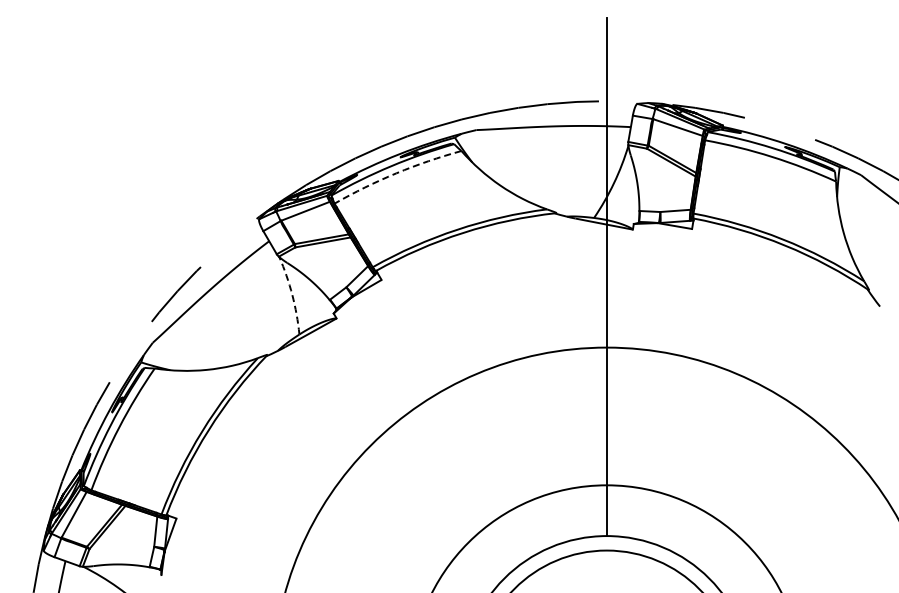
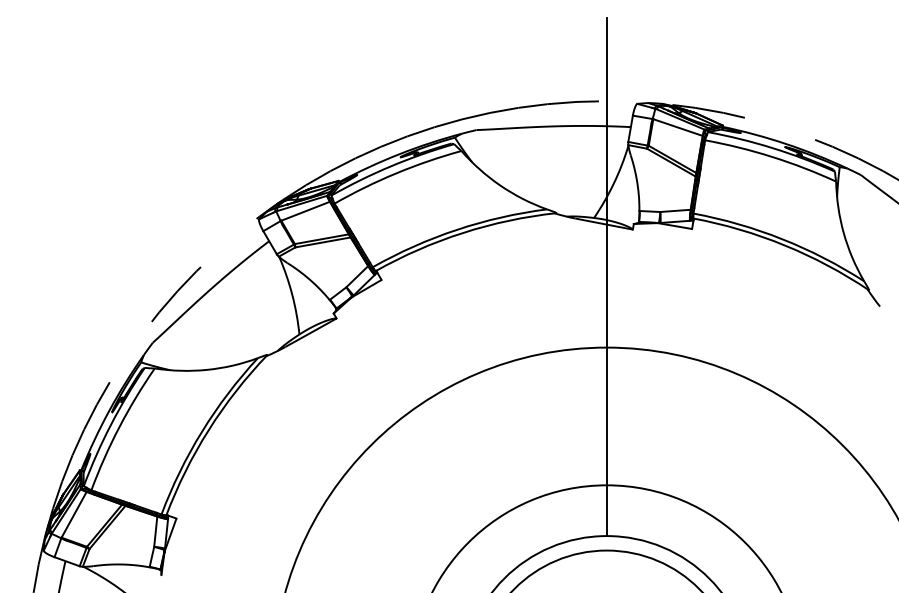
arc at (396, 173): dashed -> solid
arc at (292, 295): dashed -> solid
